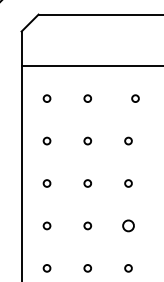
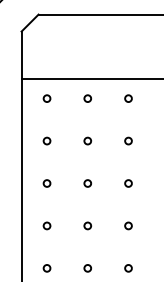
line at (90, 66) position: (90, 66) -> (90, 79)
circle at (135, 98) position: (135, 98) -> (128, 98)
circle at (128, 225) size: 13x14 px -> 9x10 px
